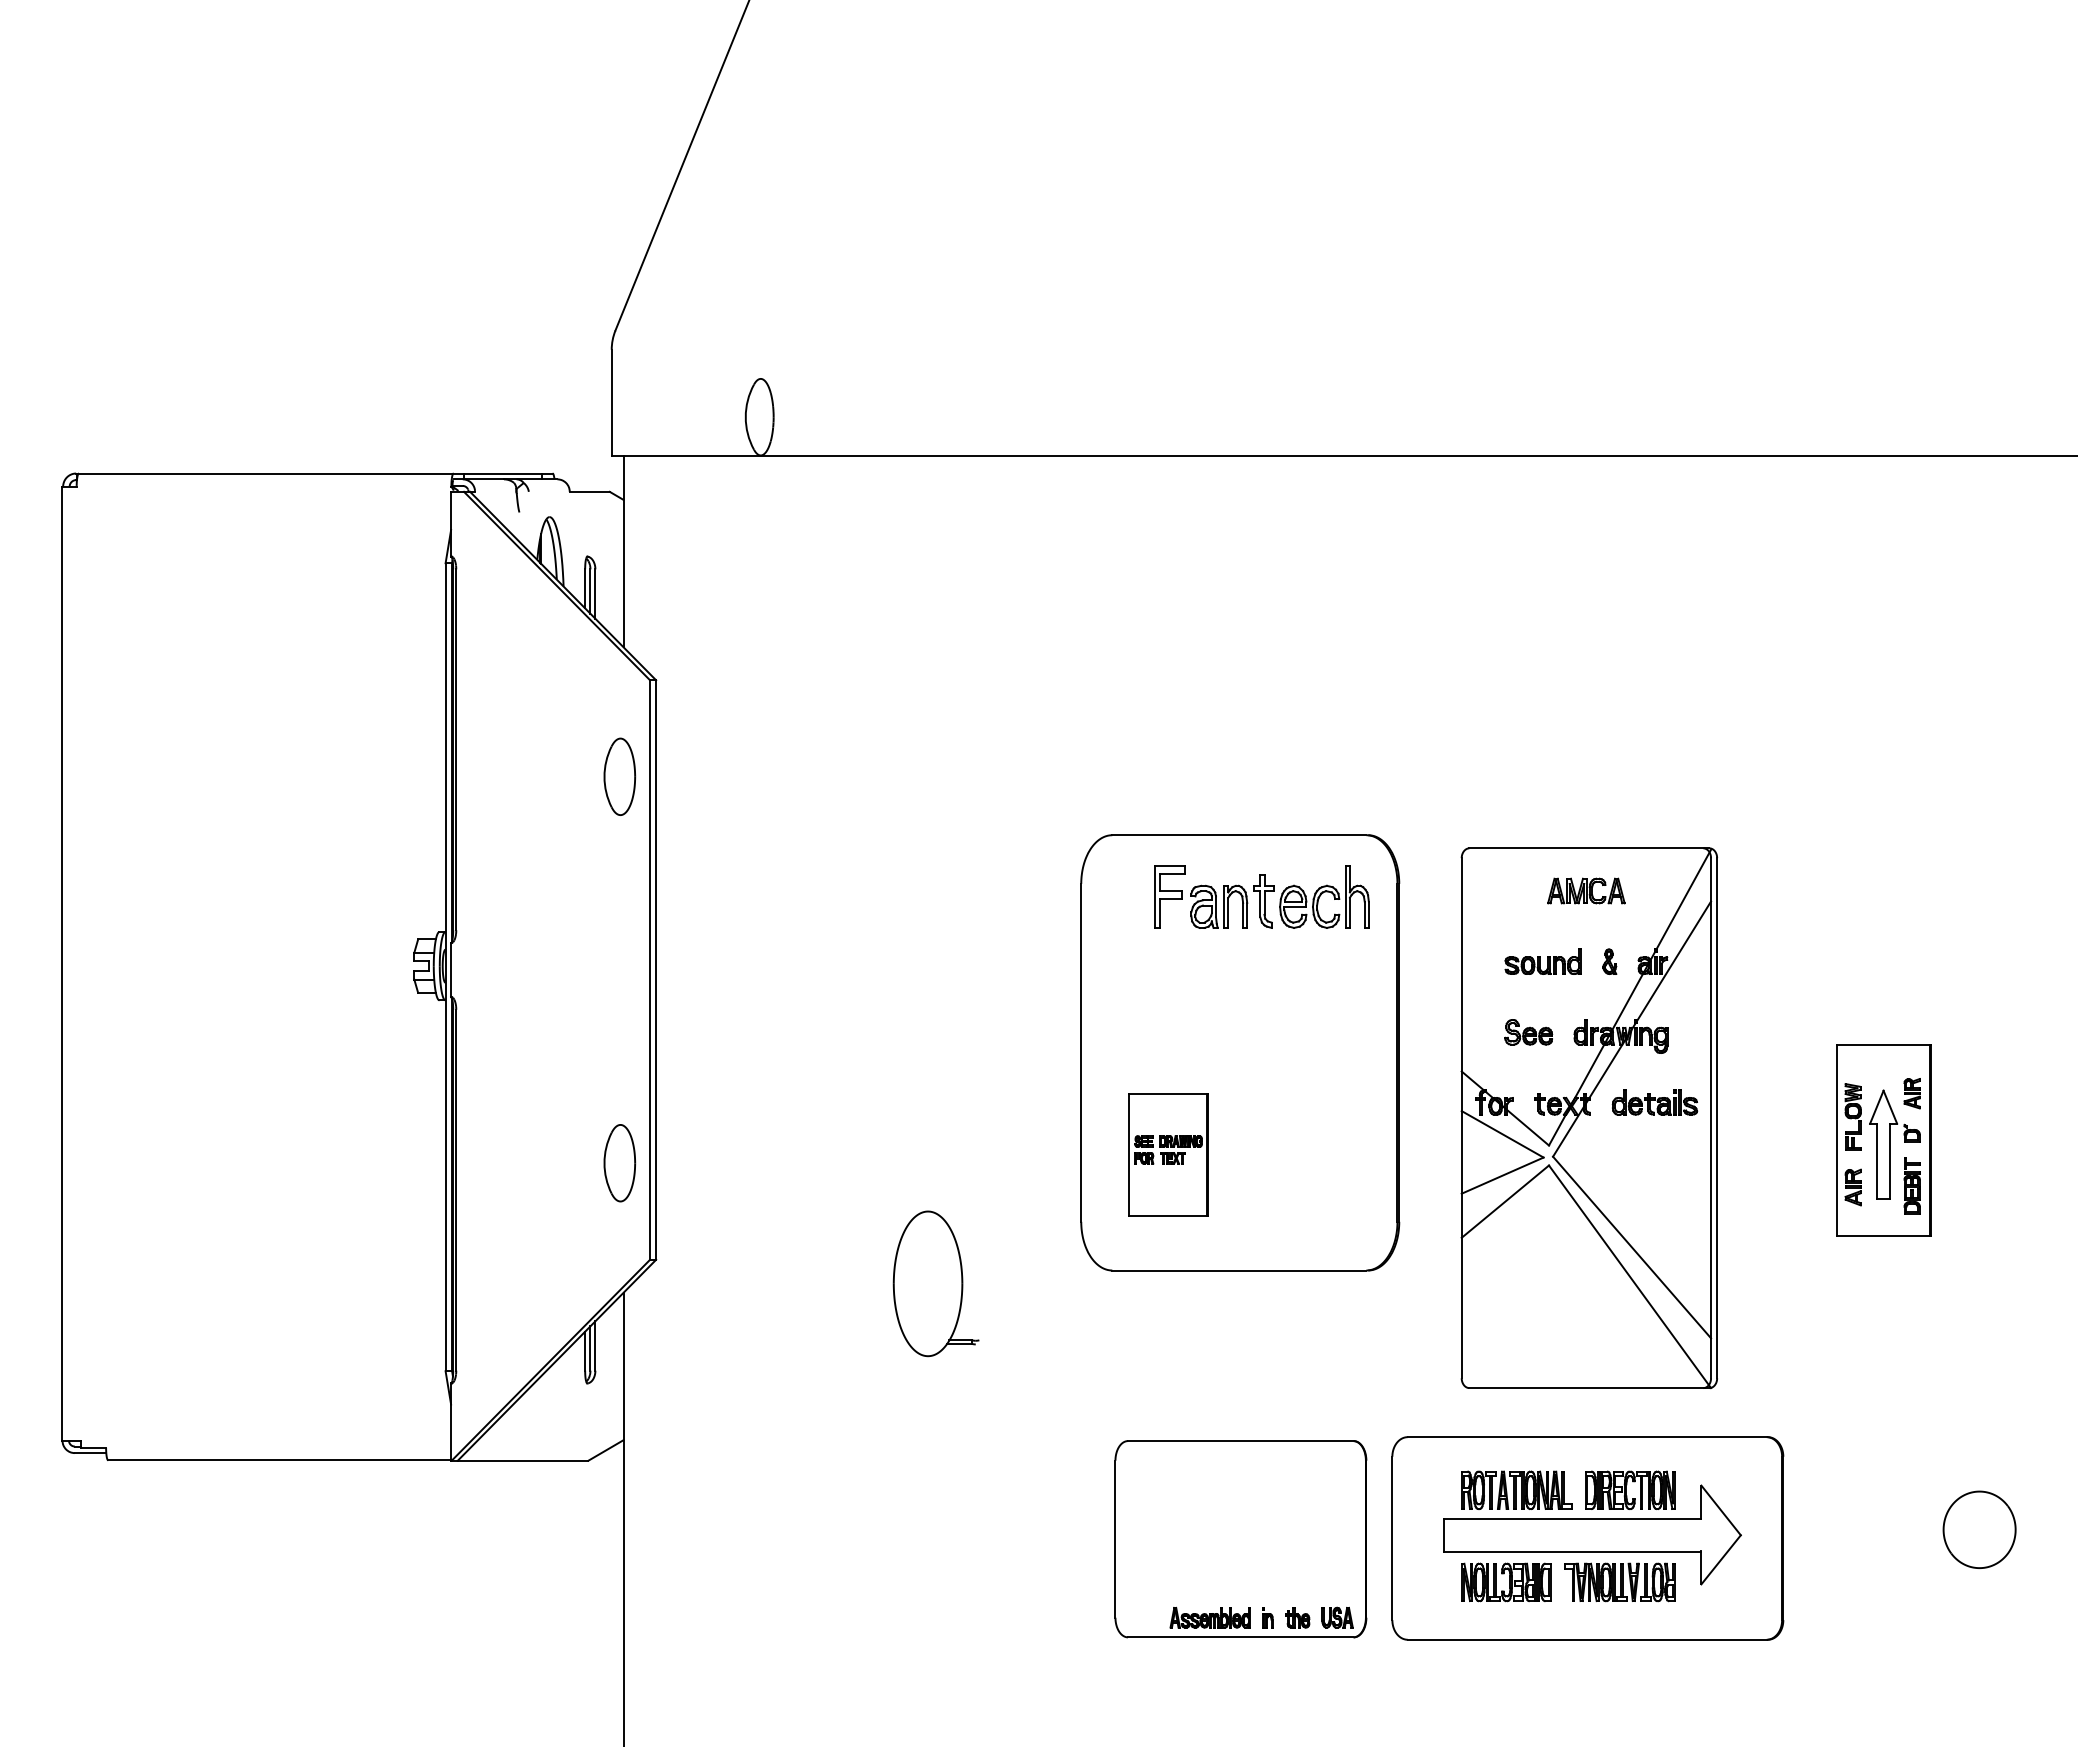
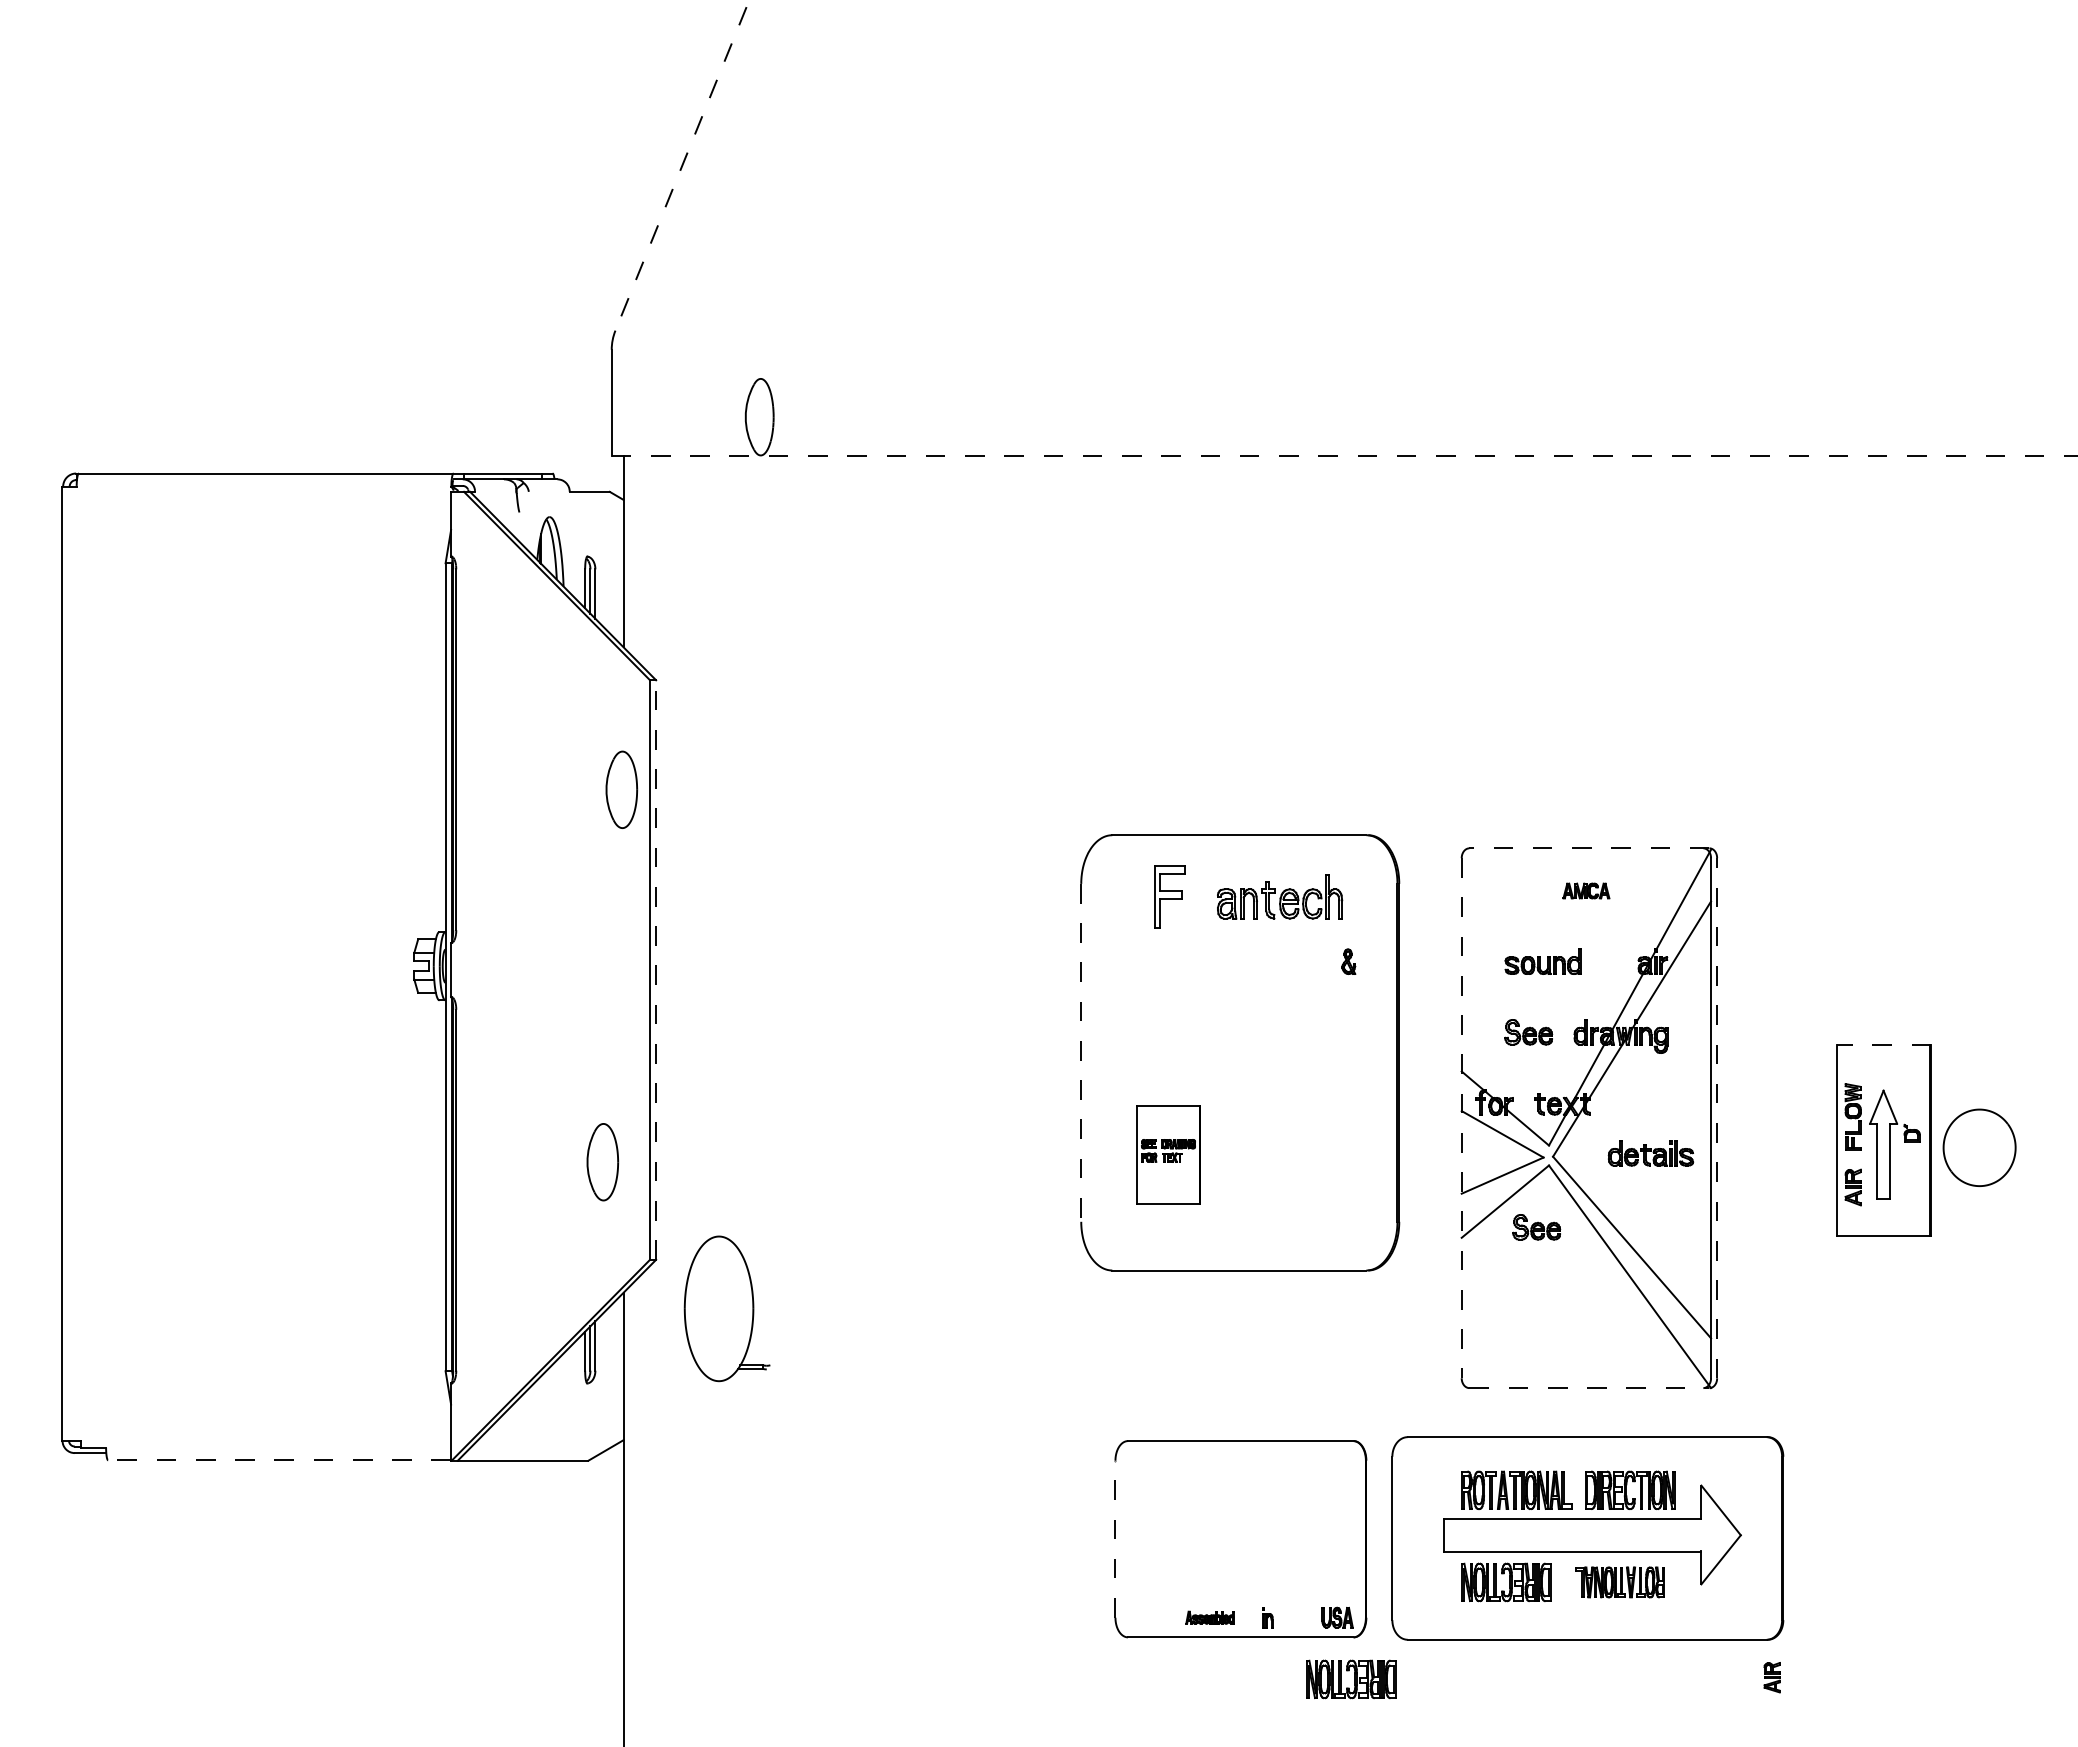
line at (682, 165): solid -> dashed
line at (1344, 455): solid -> dashed
part at (619, 776) position: (619, 776) -> (621, 789)
line at (1588, 848): solid -> dashed
part at (1586, 890) size: 79x28 px -> 49x18 px
part at (1279, 896) size: 180x64 px -> 127x46 px
part at (1609, 961) position: (1609, 961) -> (1348, 961)
line at (656, 970): solid -> dashed
line at (1883, 1044): solid -> dashed
line at (1081, 1052): solid -> dashed
part at (1911, 1093) position: (1911, 1093) -> (1771, 1677)
part at (1654, 1102) position: (1654, 1102) -> (1650, 1153)
line at (1717, 1117): solid -> dashed
line at (1461, 1118): solid -> dashed
part at (1168, 1154) size: 81x124 px -> 65x100 px
part at (619, 1163) position: (619, 1163) -> (602, 1162)
part at (1911, 1185): present -> none
part at (1536, 1227): none -> present
part at (935, 1283) position: (935, 1283) -> (726, 1308)
line at (1589, 1388): solid -> dashed
line at (279, 1460): solid -> dashed
part at (1979, 1529) position: (1979, 1529) -> (1979, 1147)
line at (1115, 1539): solid -> dashed
part at (1619, 1582) size: 112x41 px -> 90x33 px
part at (1209, 1617) size: 82x23 px -> 50x15 px
part at (1297, 1617): present -> none
part at (1351, 1679): none -> present
